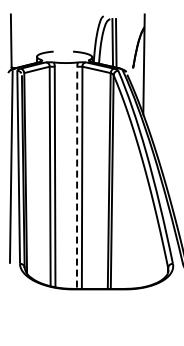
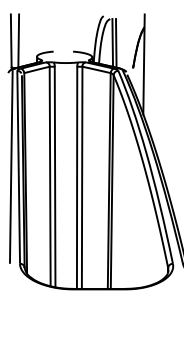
line at (18, 40): none -> present
line at (77, 176): dashed -> solid
